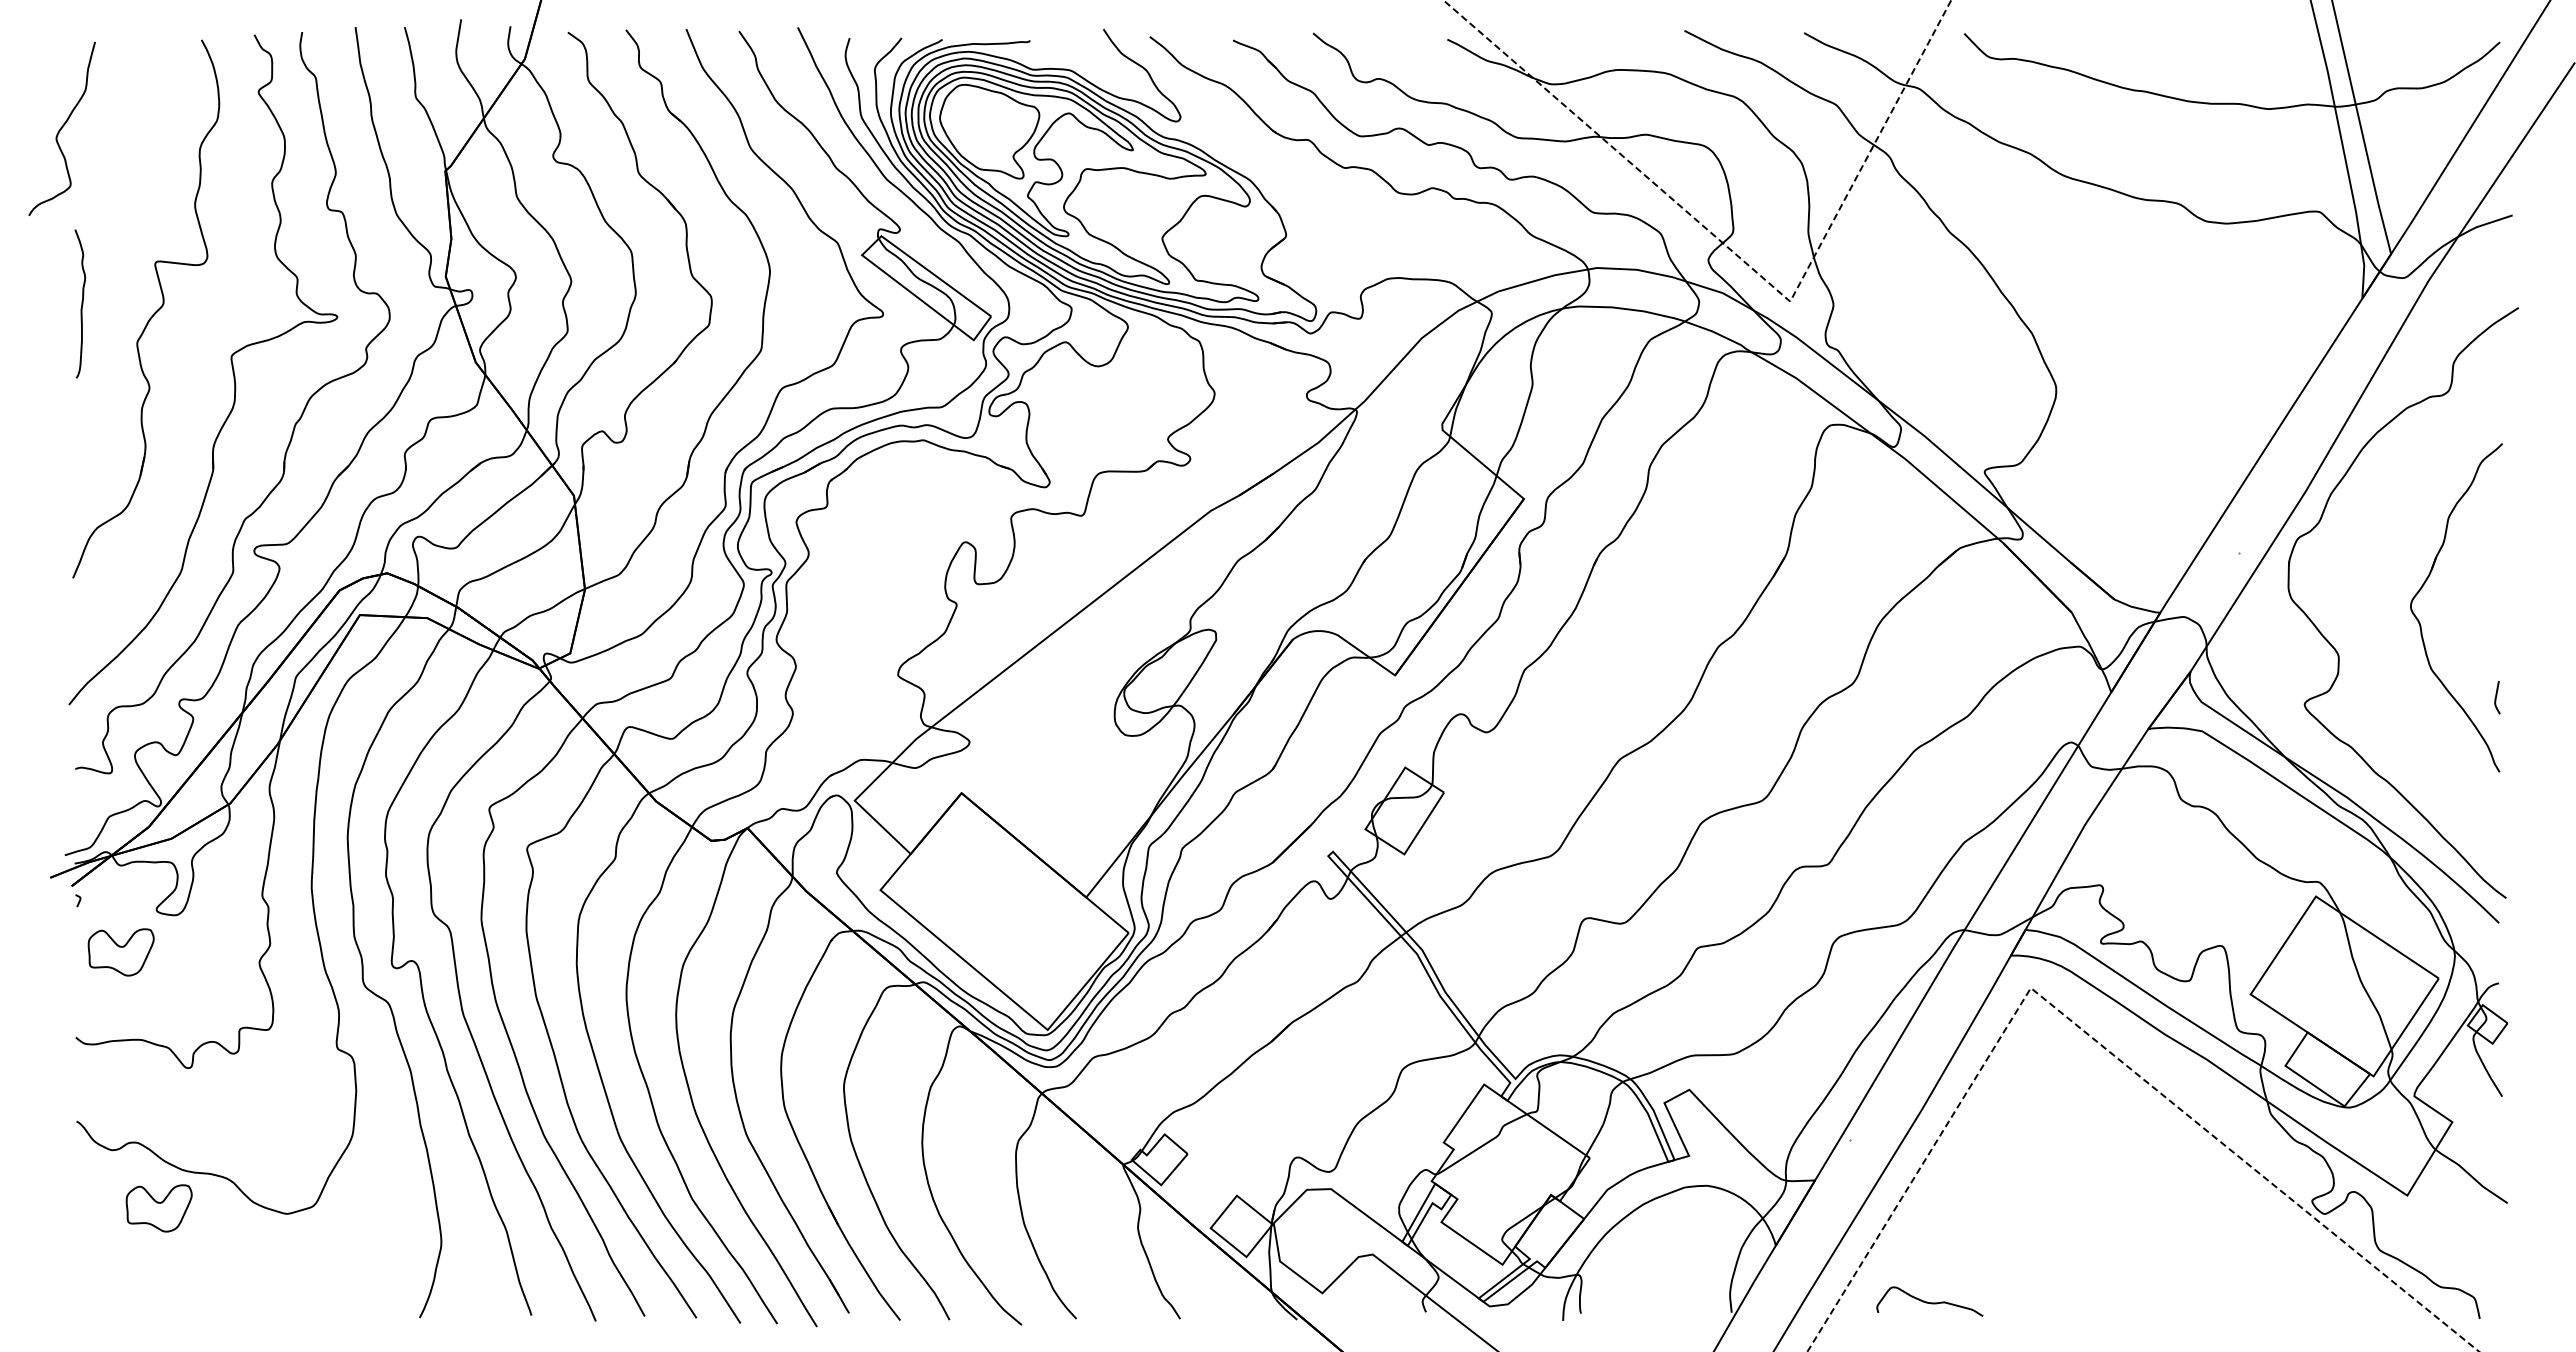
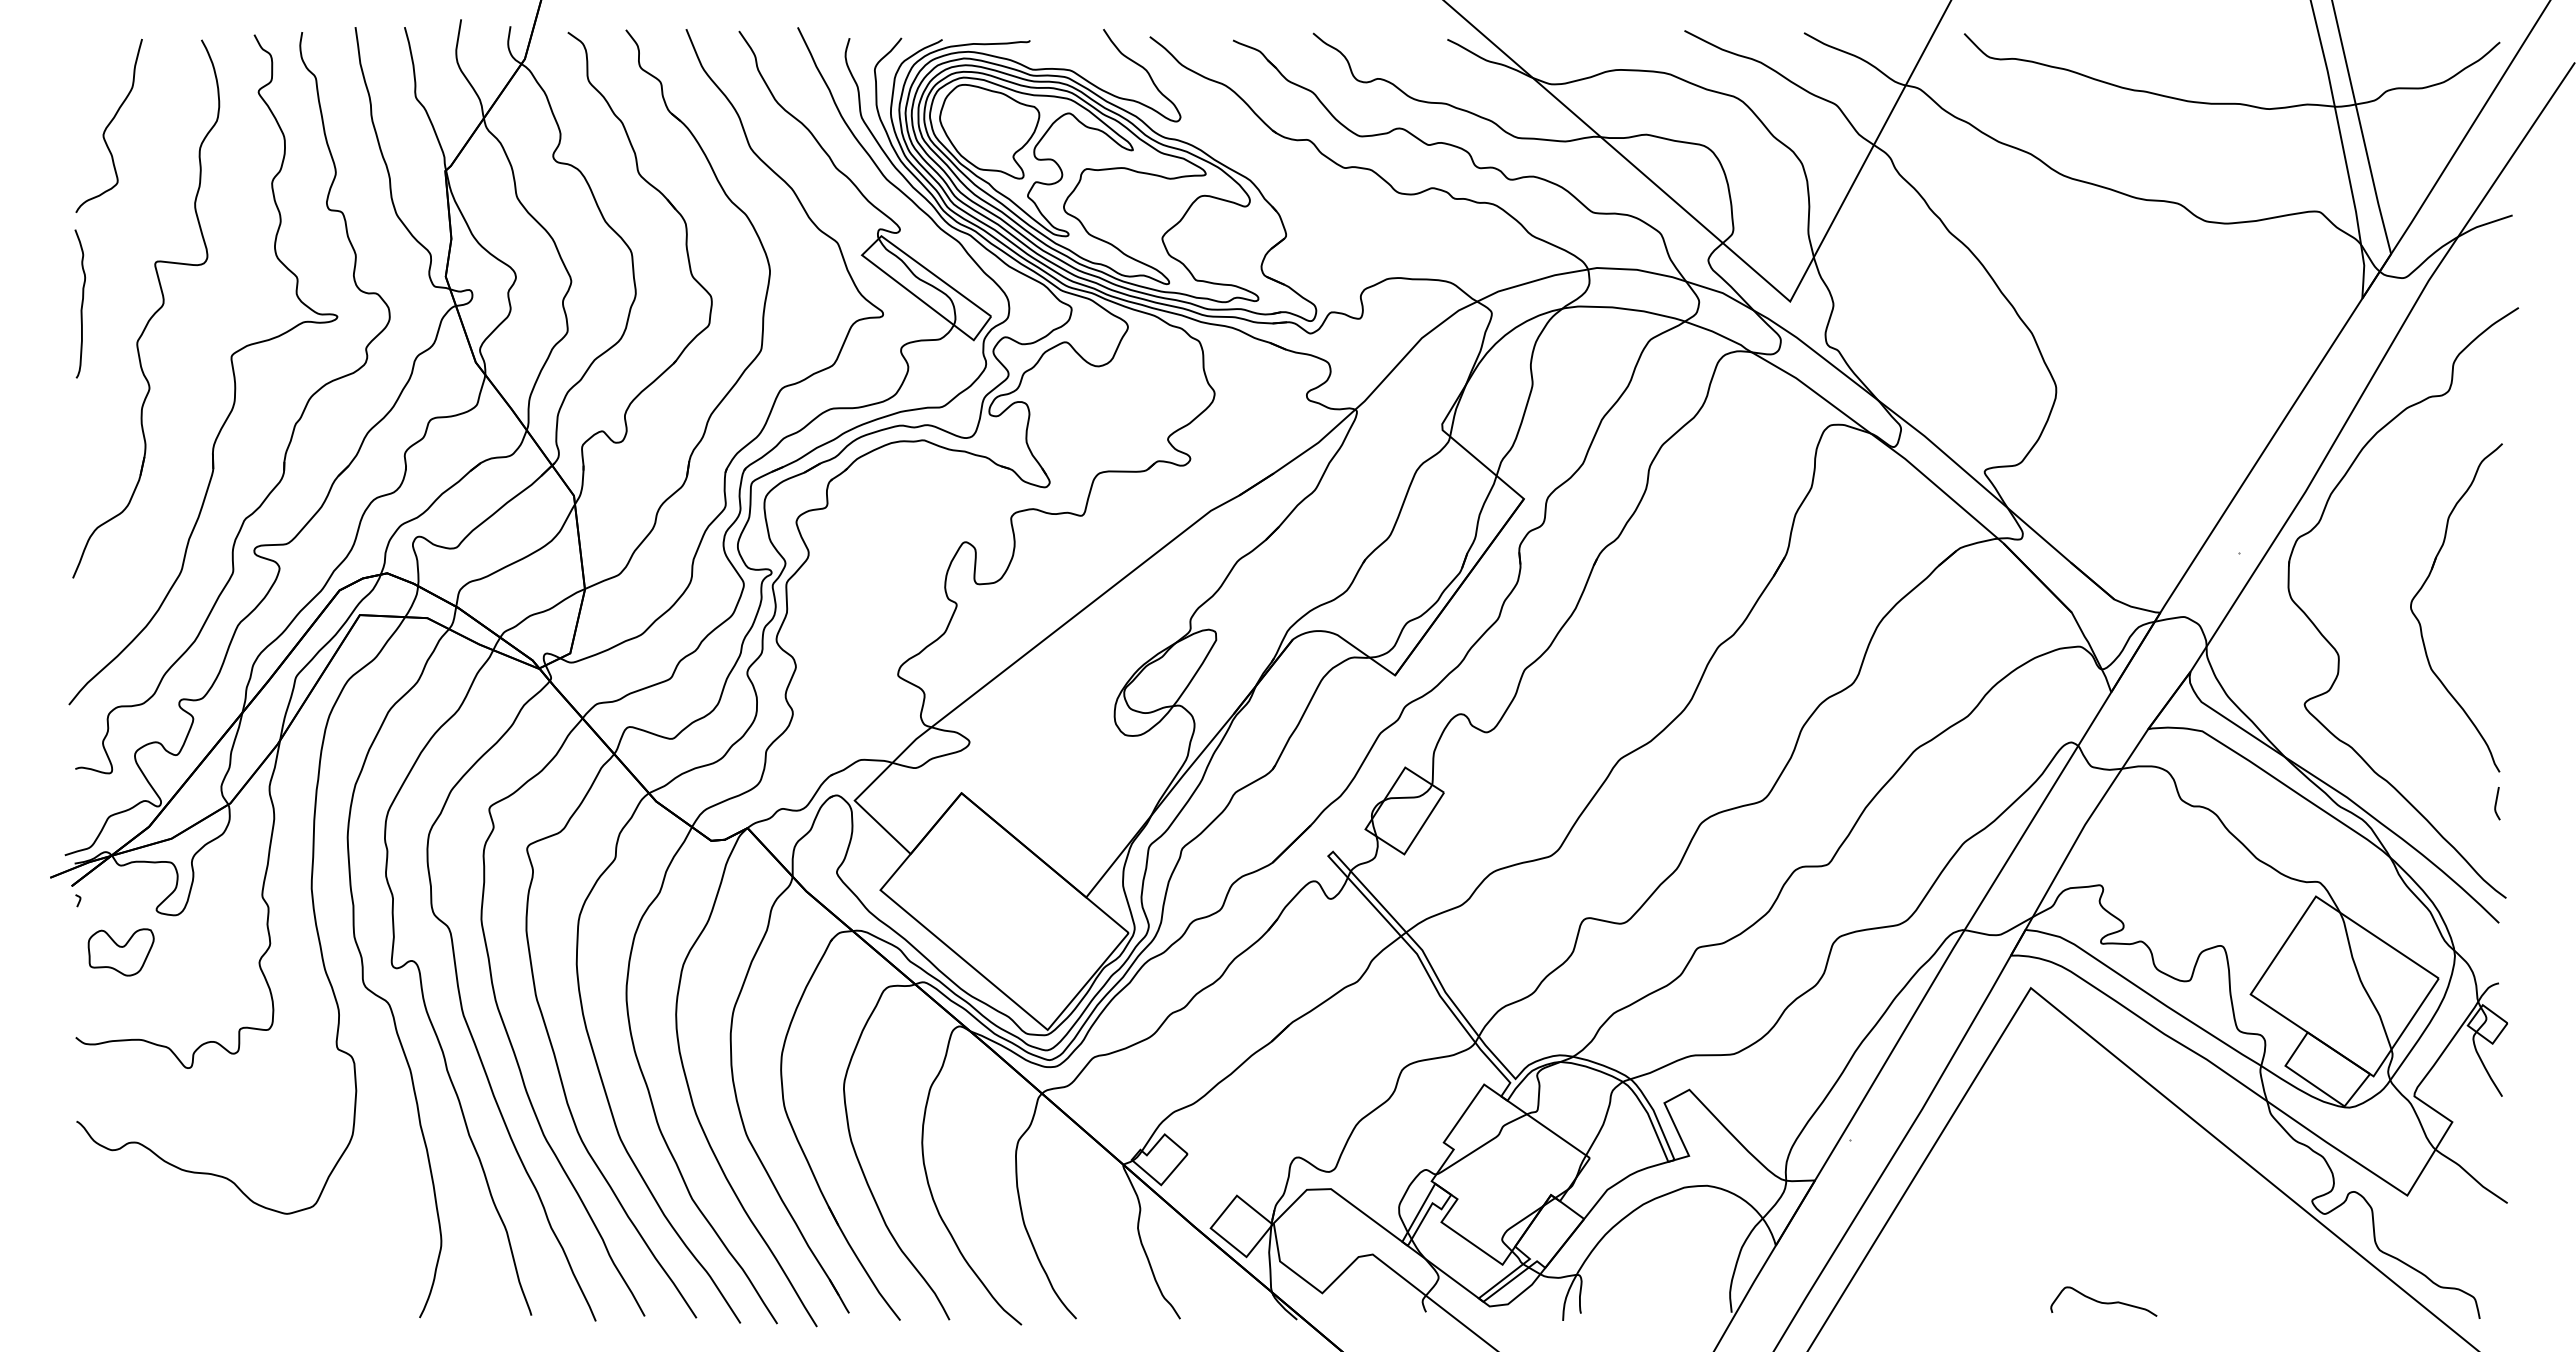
curve at (61, 128) position: (61, 128) -> (108, 125)
line at (1745, 262): dashed -> solid
curve at (2496, 697) position: (2496, 697) -> (2496, 803)
line at (2089, 1035): dashed -> solid
part at (158, 1208): present -> none
curve at (1929, 1302) position: (1929, 1302) -> (2103, 1302)
